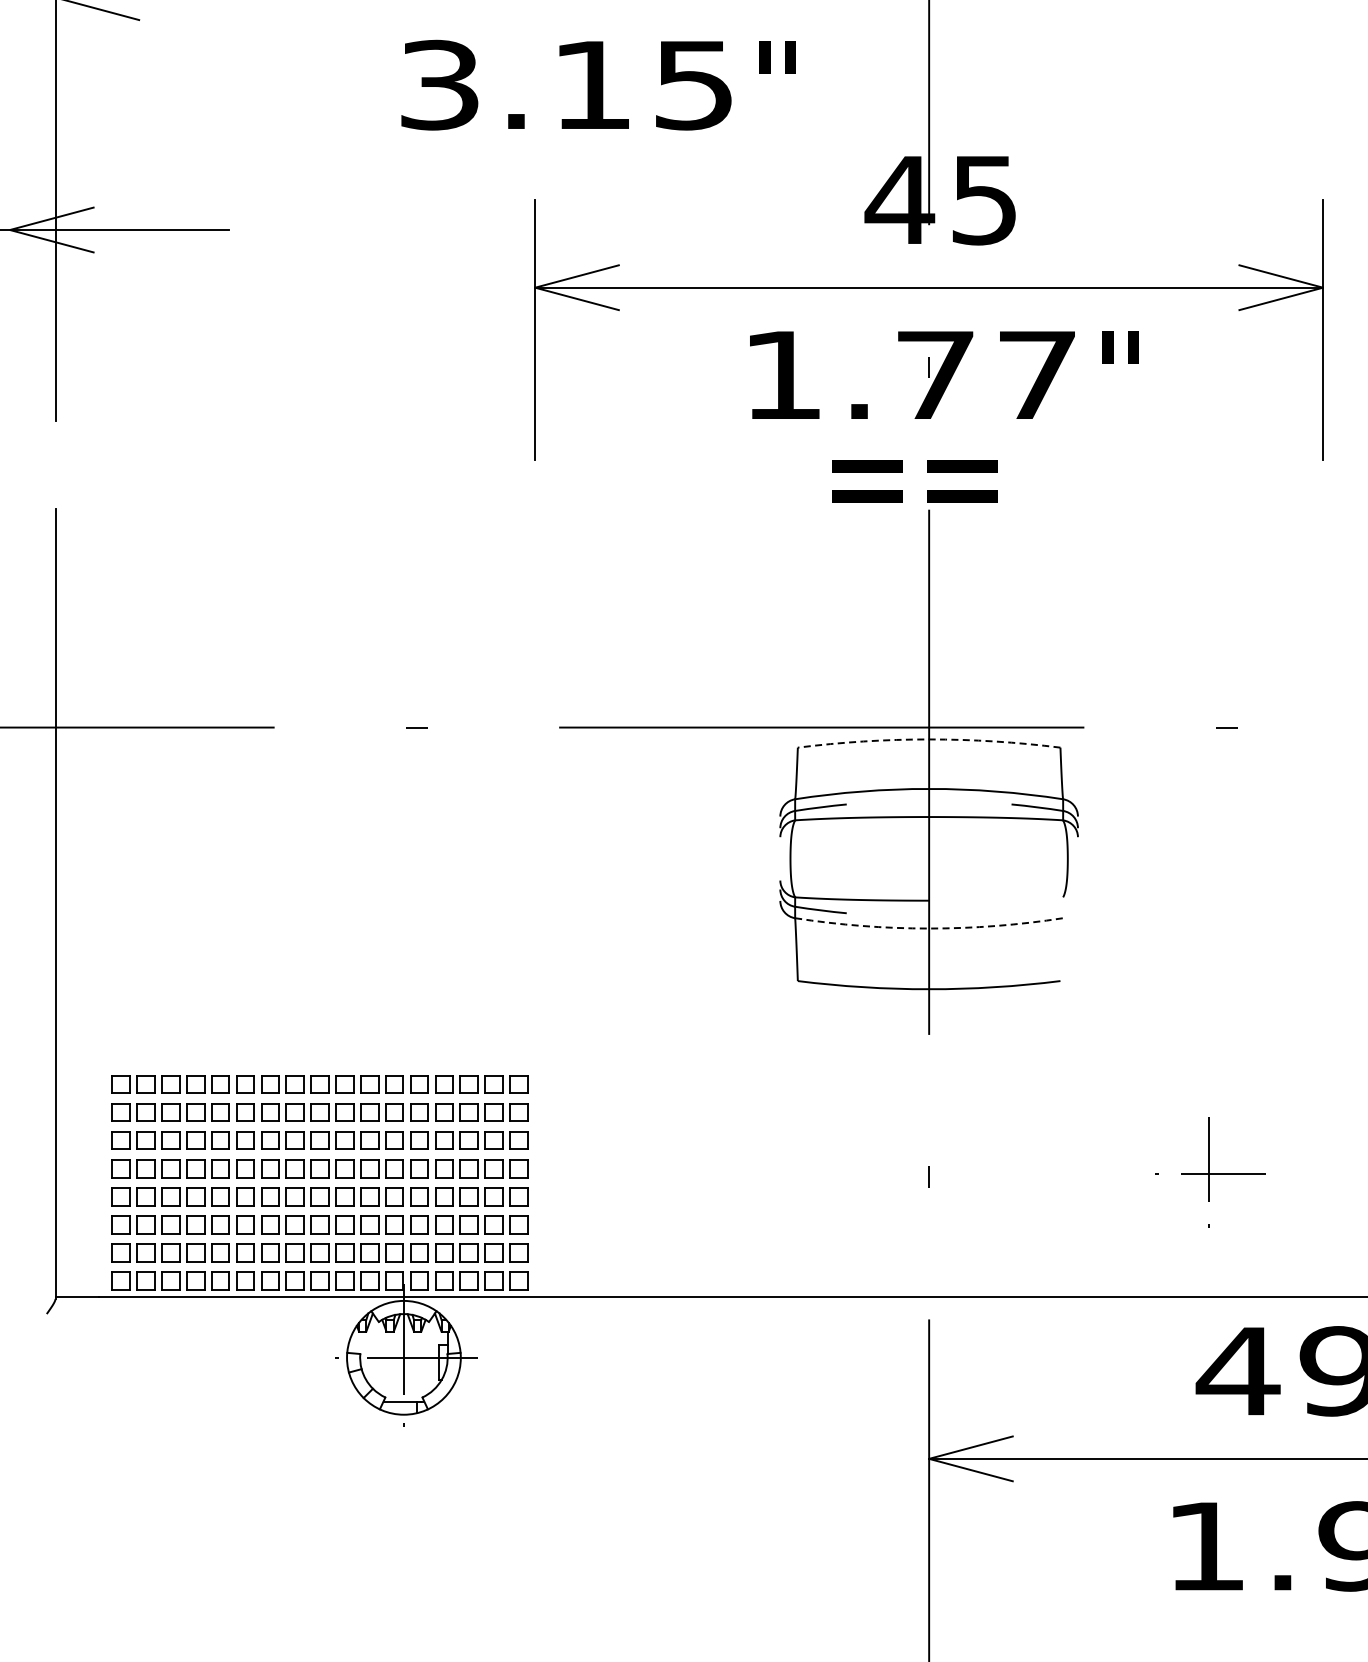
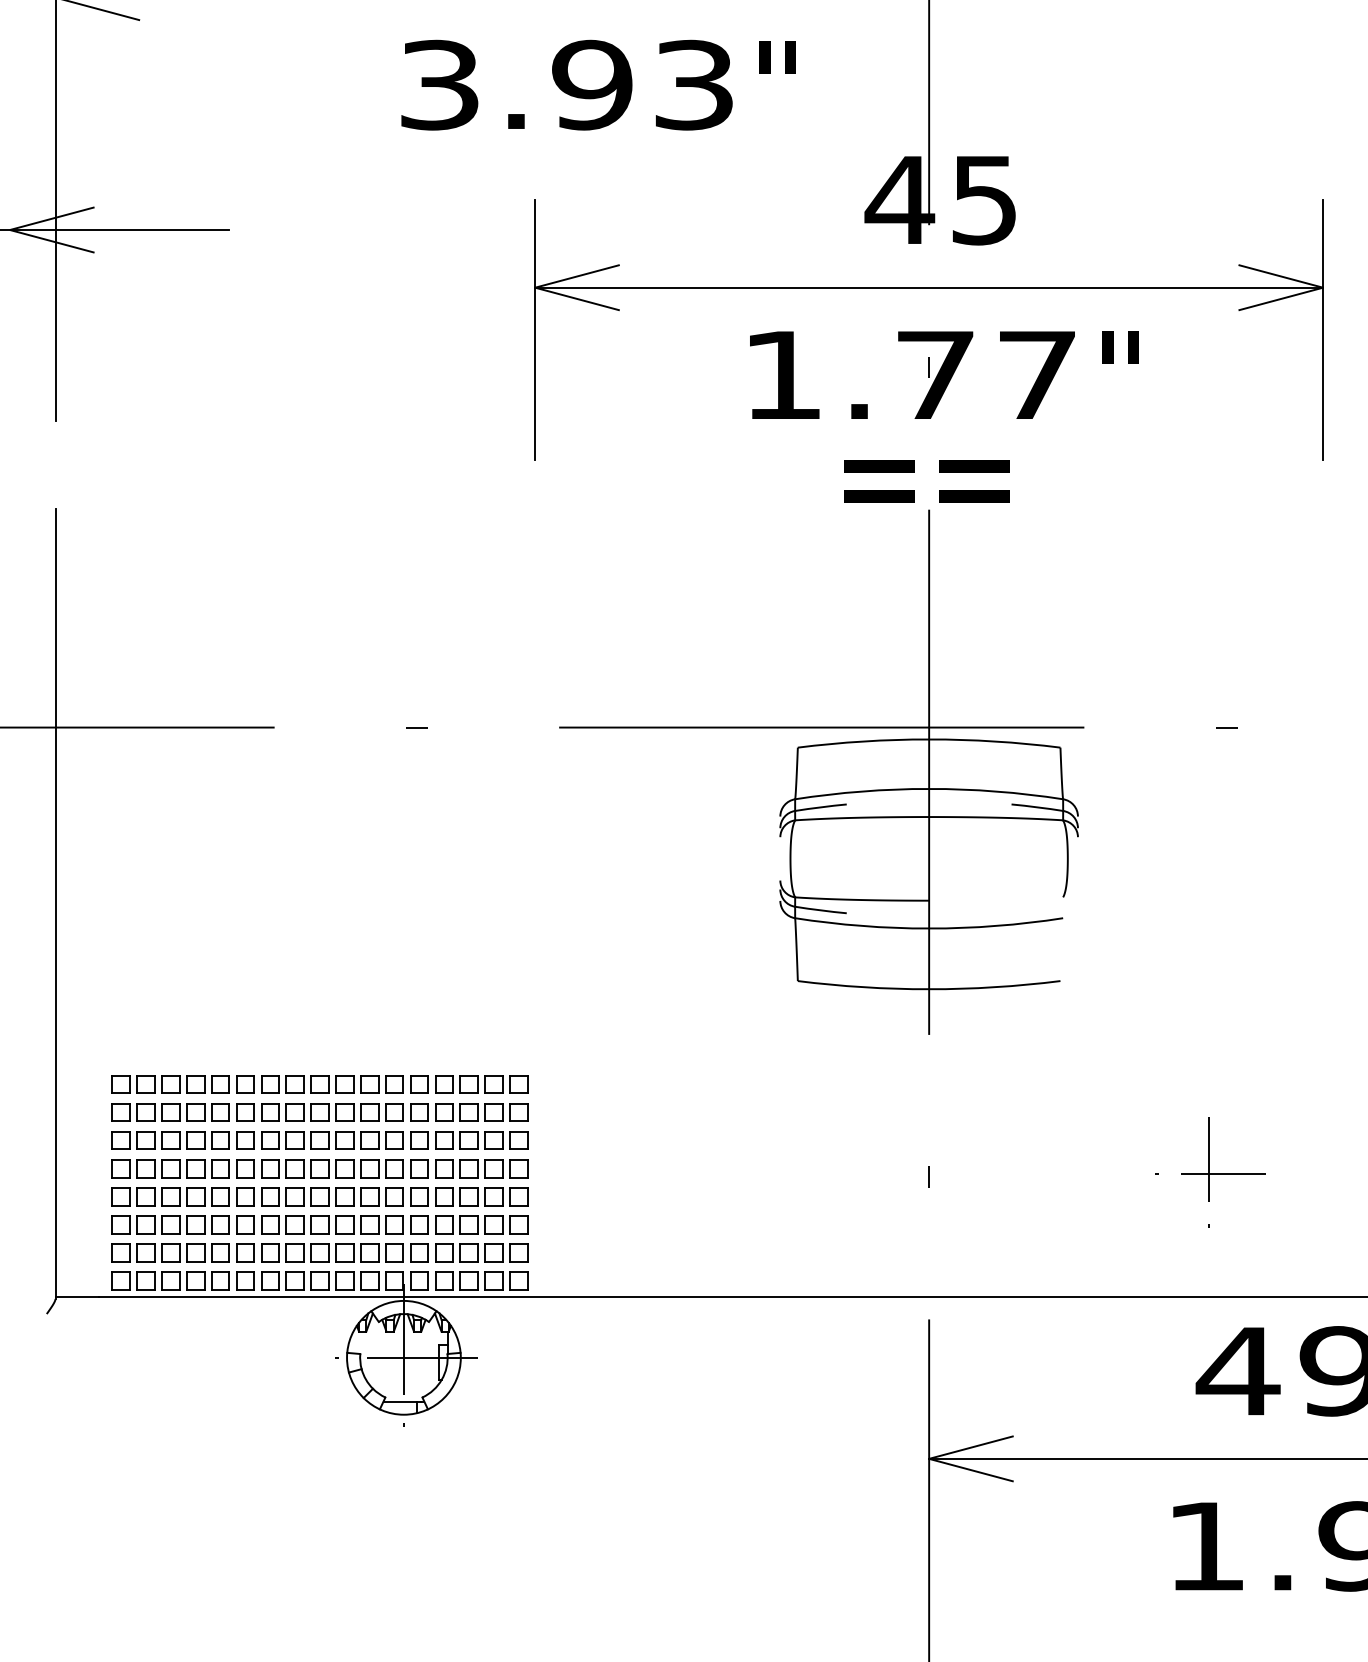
text at (642, 84): 3.15 -> 3.93
text at (914, 481) position: (914, 481) -> (926, 481)
arc at (929, 739): dashed -> solid
arc at (929, 928): dashed -> solid
